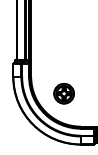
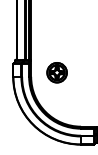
part at (63, 93) position: (63, 93) -> (56, 72)
